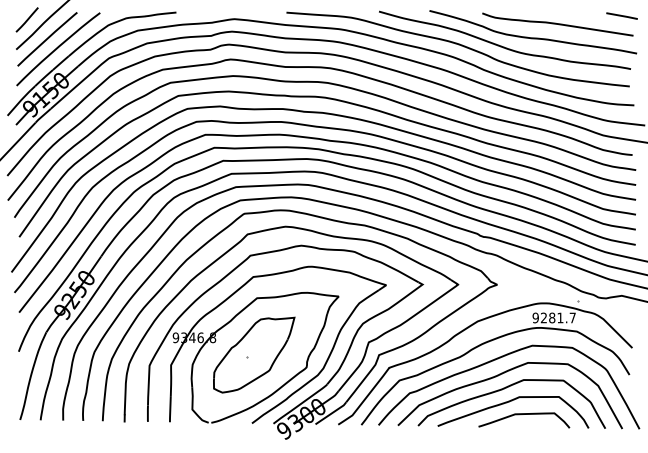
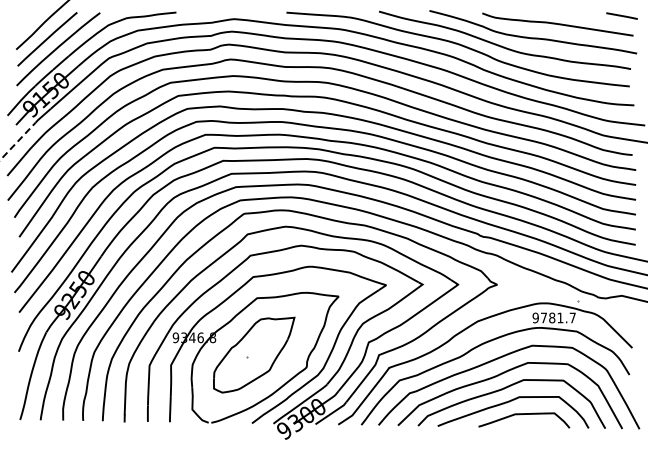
line at (26, 19): present -> none
line at (18, 141): solid -> dashed
text at (543, 317): 9281.7 -> 9781.7
